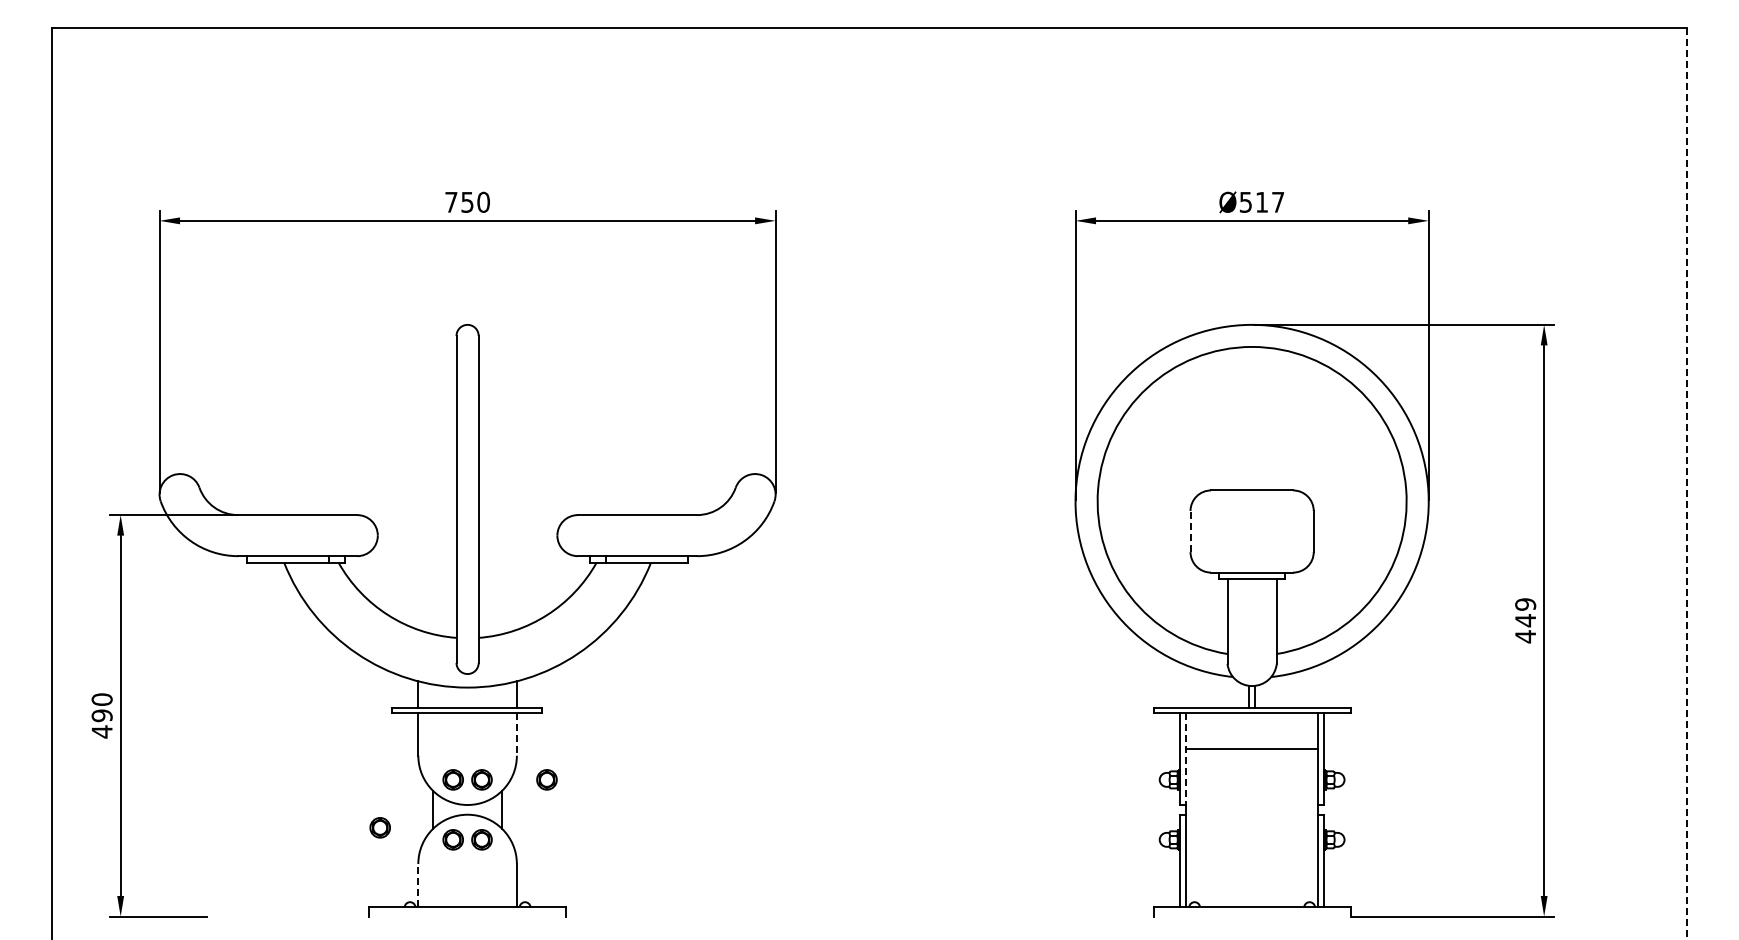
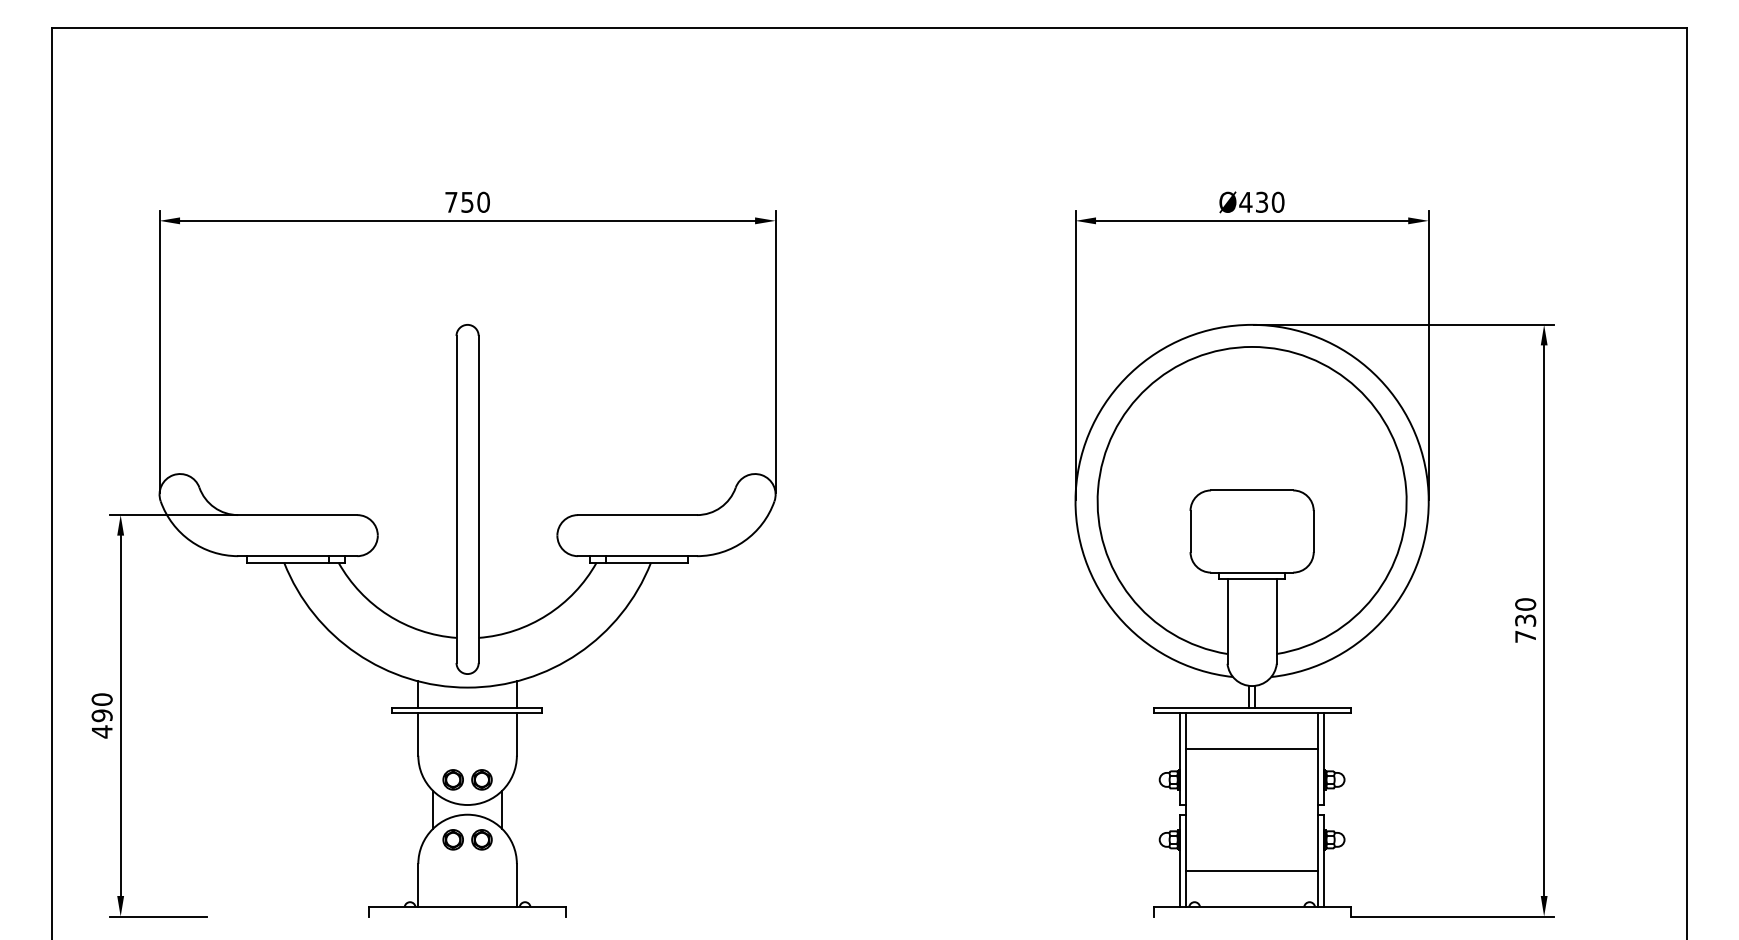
text at (1261, 201): Ø517 -> Ø430
line at (1686, 484): dashed -> solid
line at (1190, 531): dashed -> solid
text at (1525, 620): 449 -> 730
line at (516, 734): dashed -> solid
line at (1186, 759): dashed -> solid
part at (546, 779): present -> none
part at (379, 827): present -> none
line at (1251, 870): none -> present
line at (418, 884): dashed -> solid
